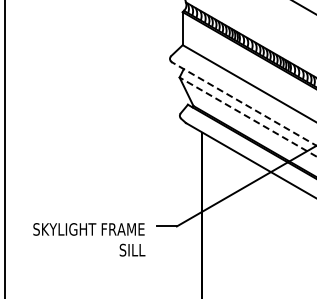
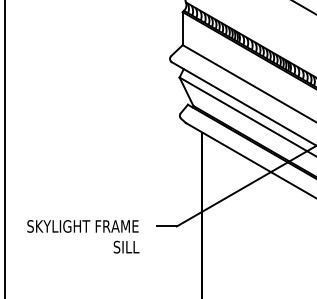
line at (244, 104): dashed -> solid
line at (247, 117): dashed -> solid
text at (89, 239) position: (89, 239) -> (83, 236)
